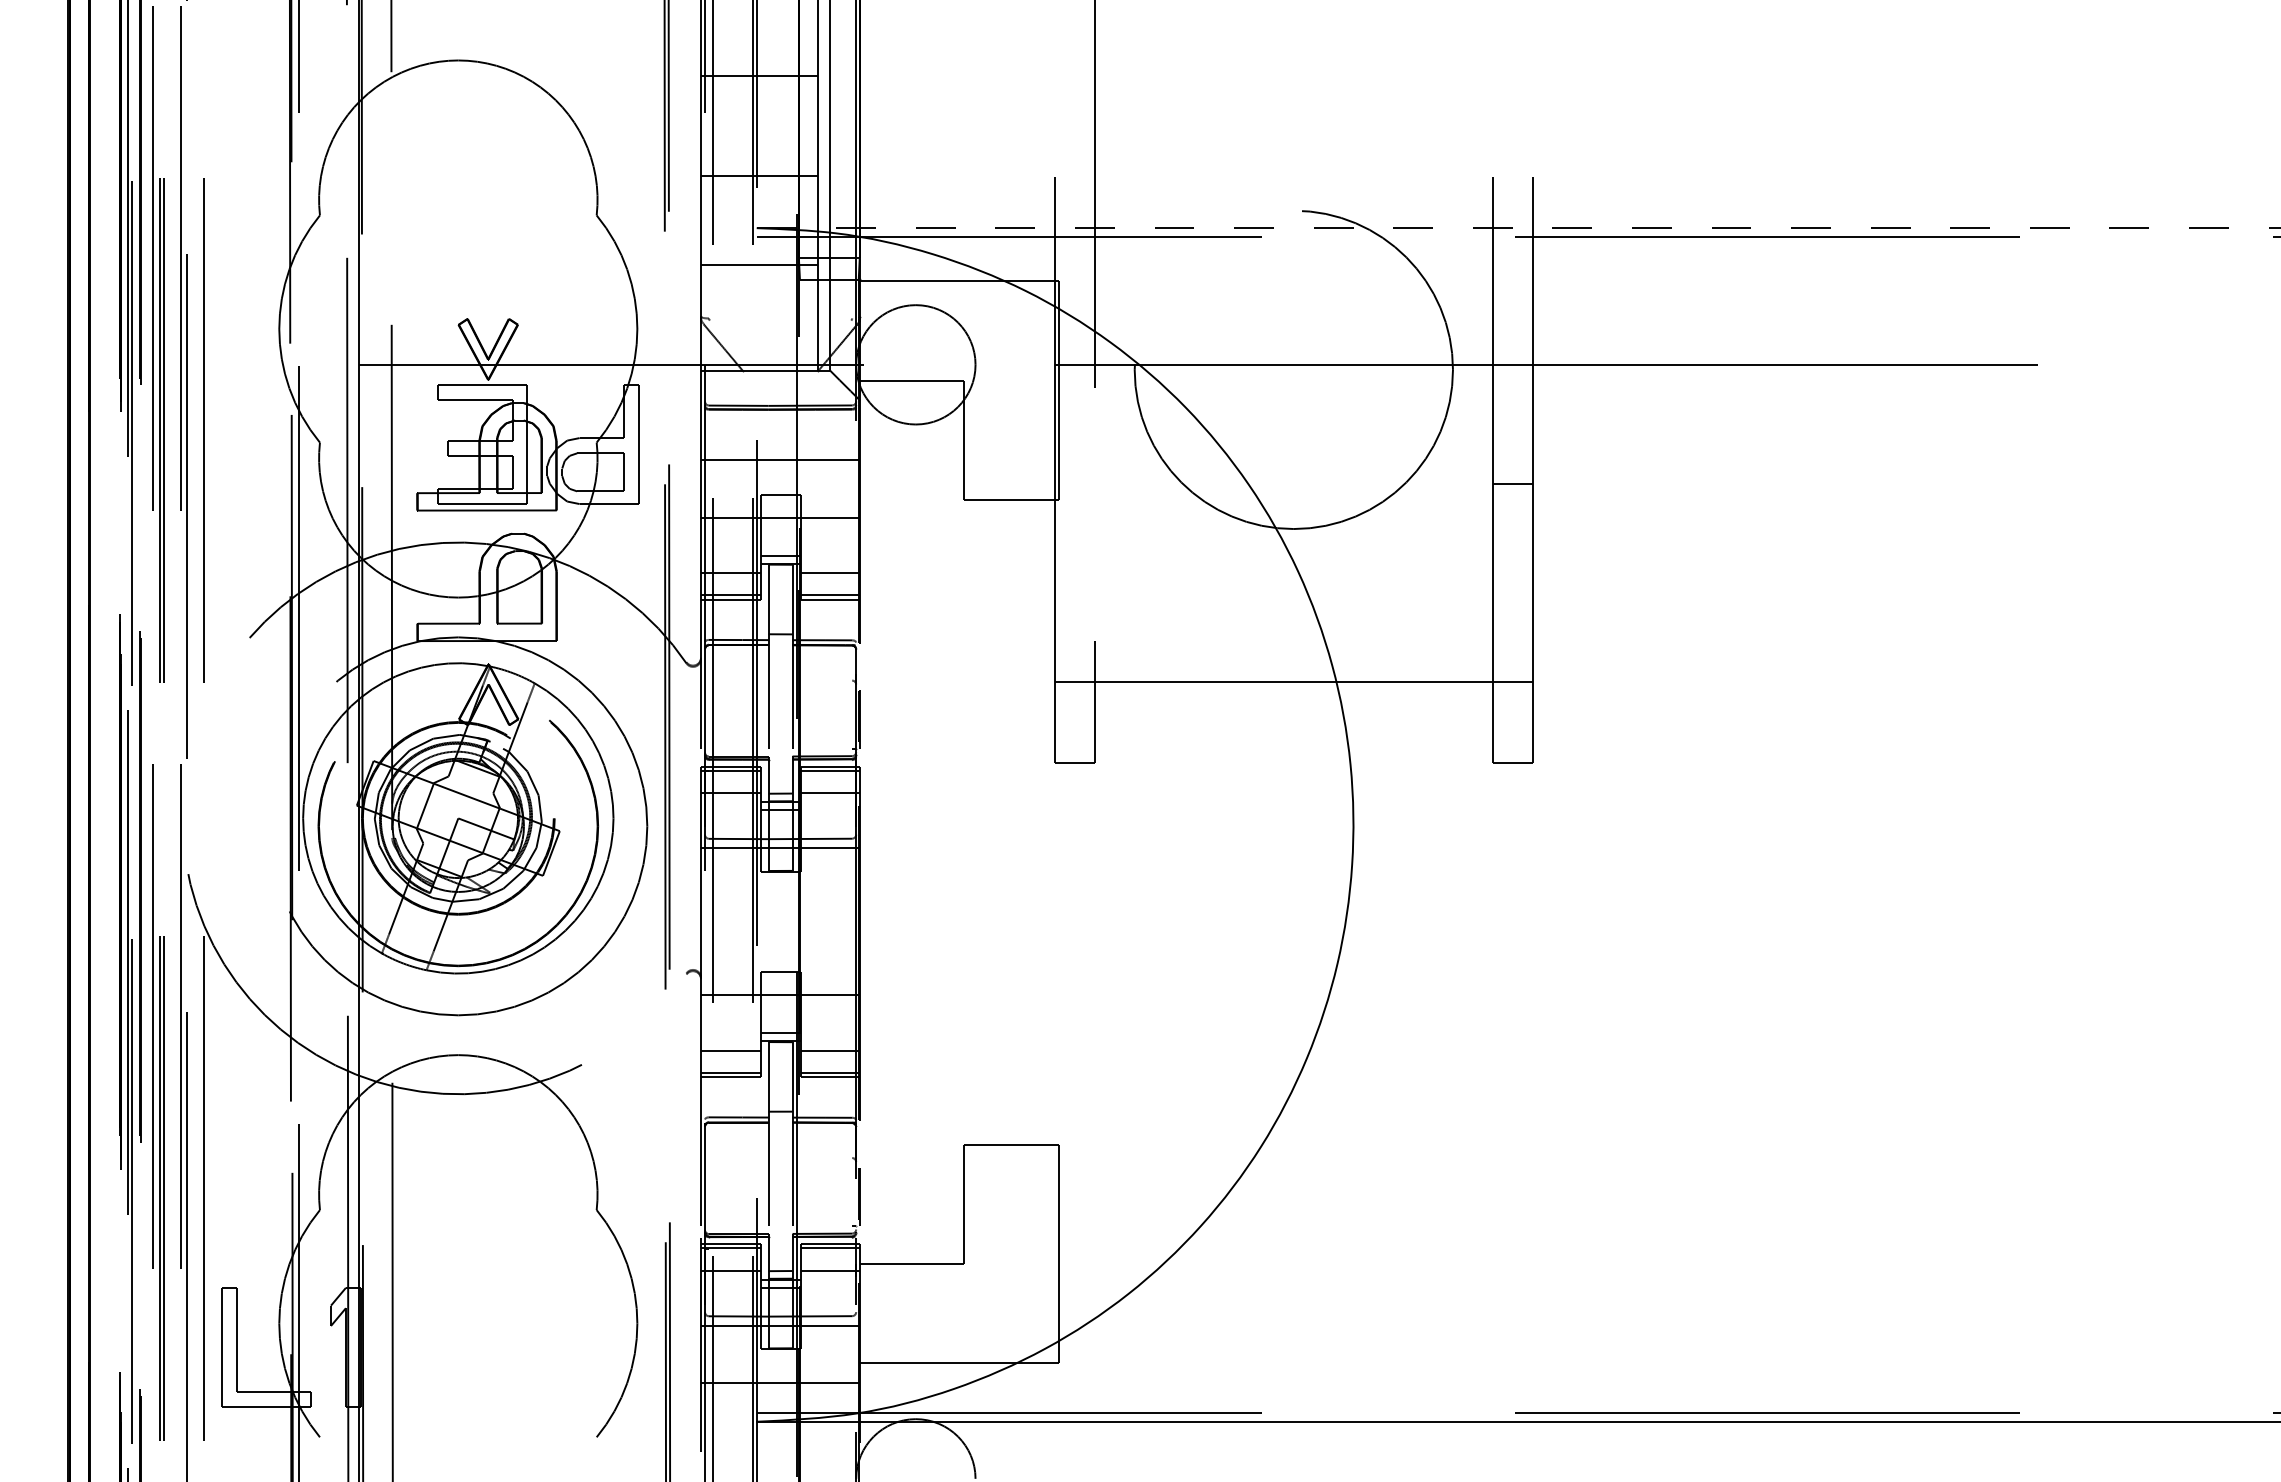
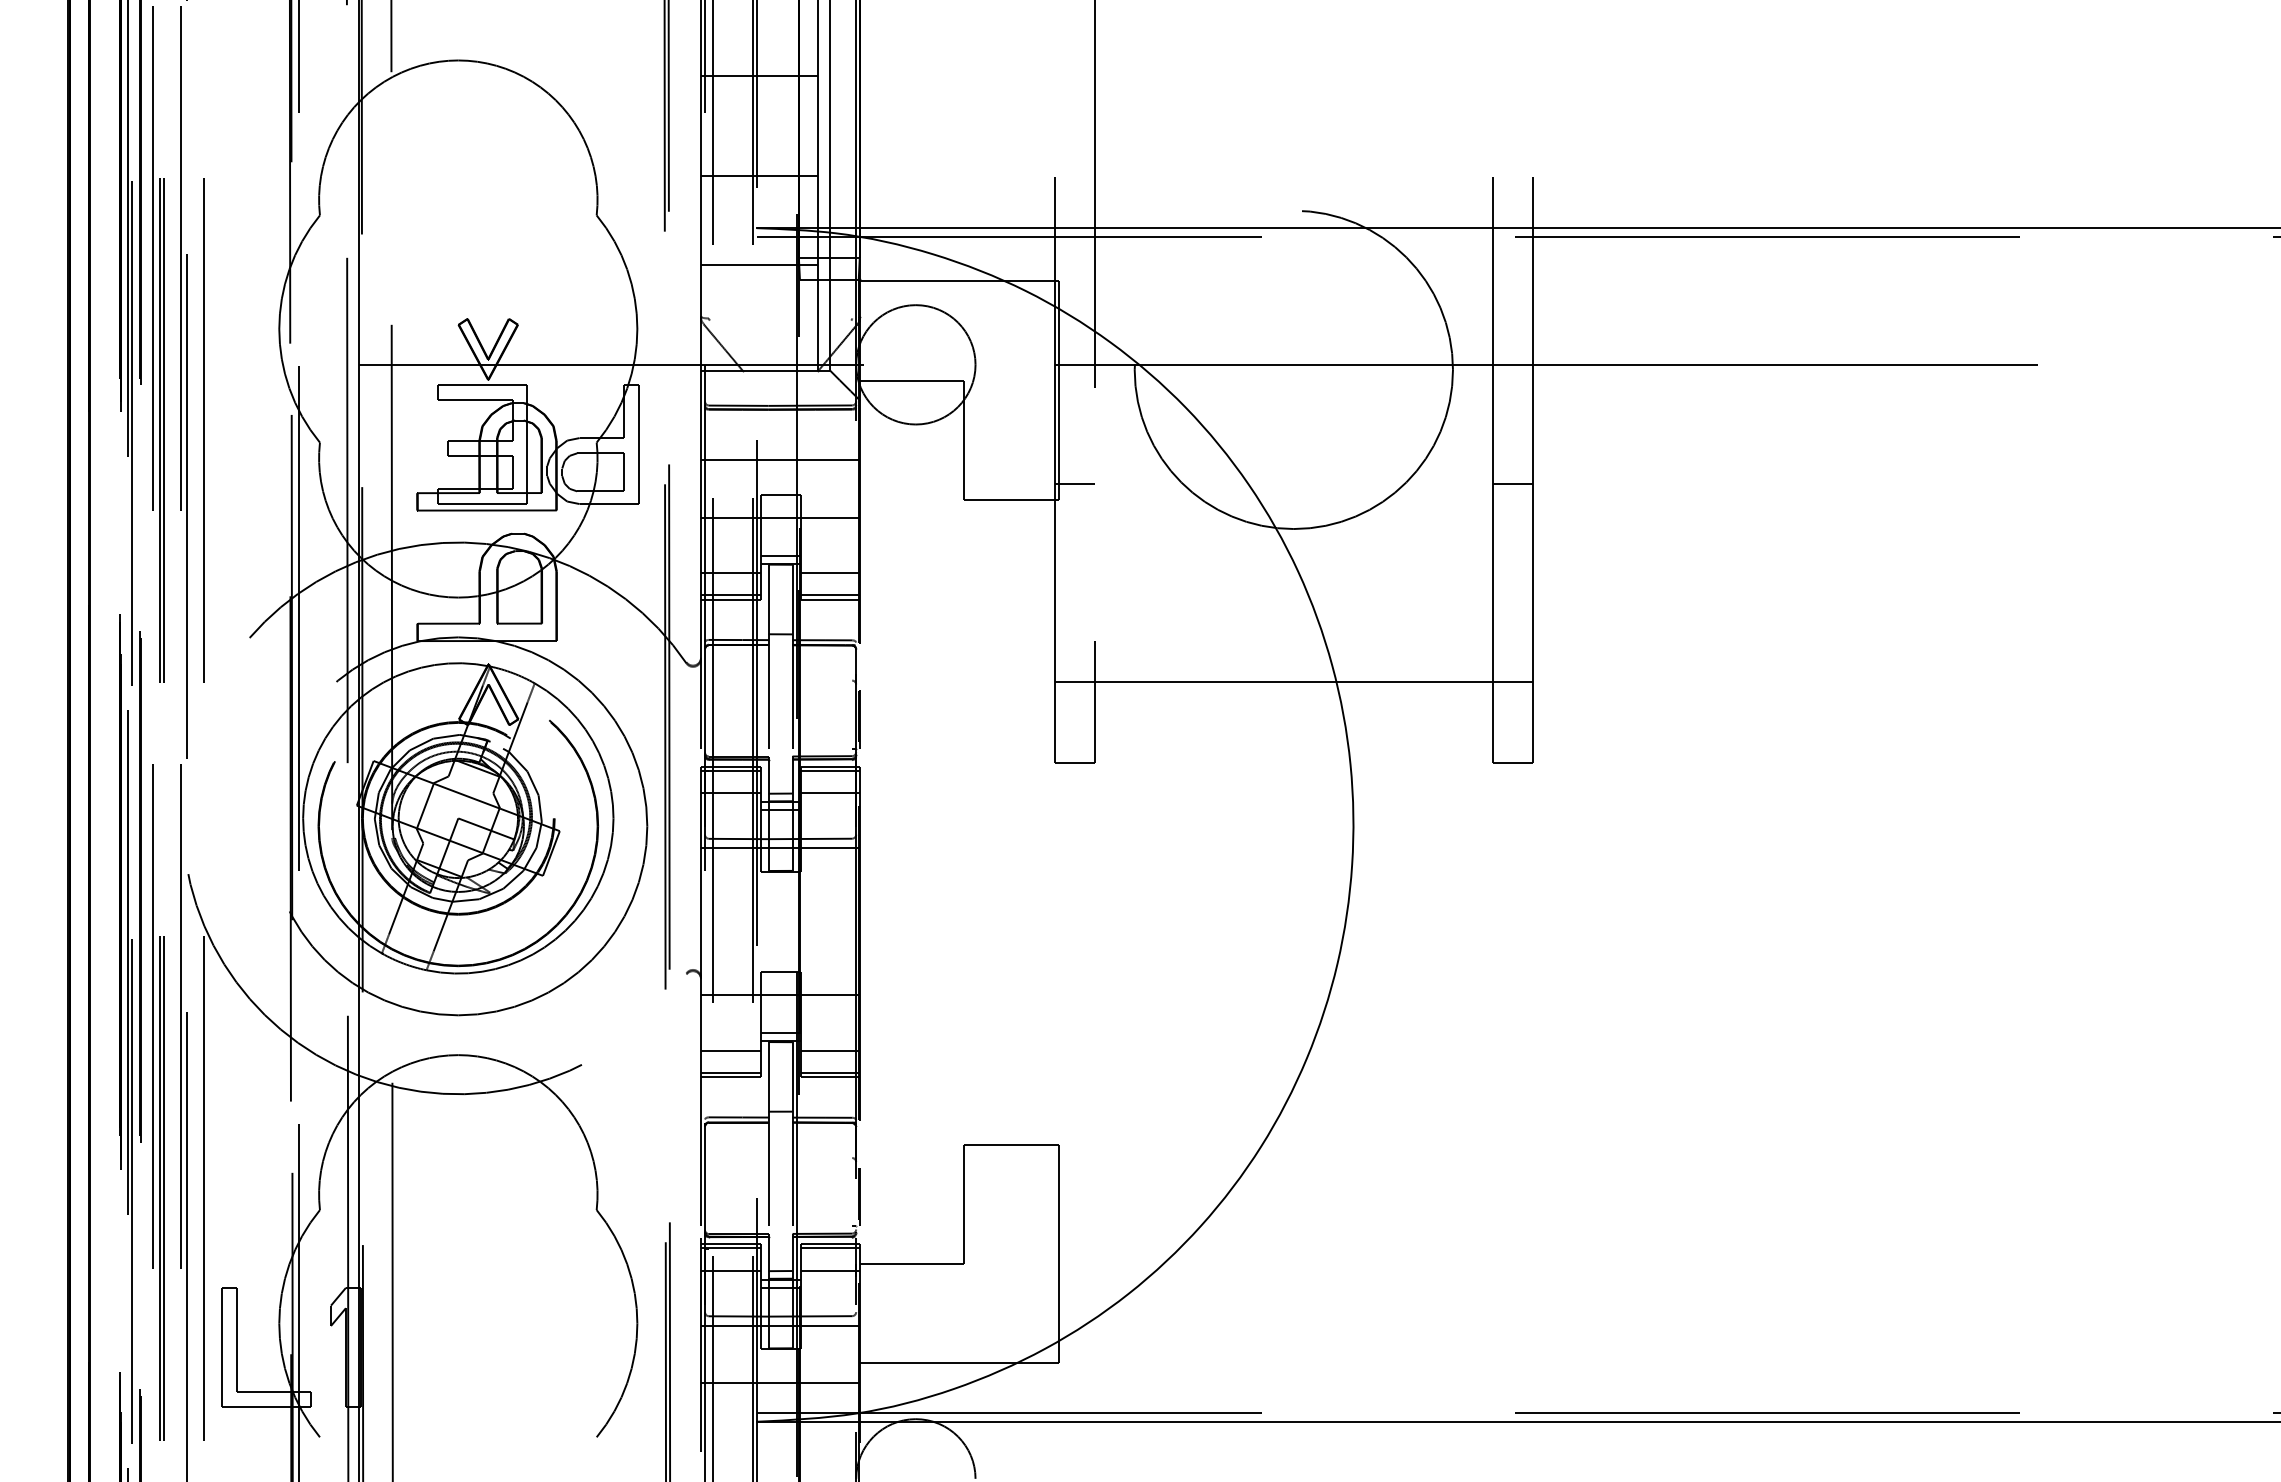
line at (1518, 228): dashed -> solid
line at (1074, 484): none -> present
